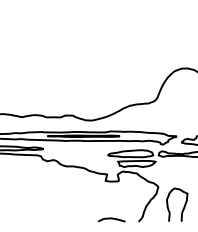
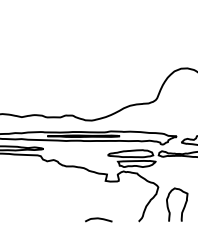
curve at (111, 219) position: (111, 219) -> (98, 219)
